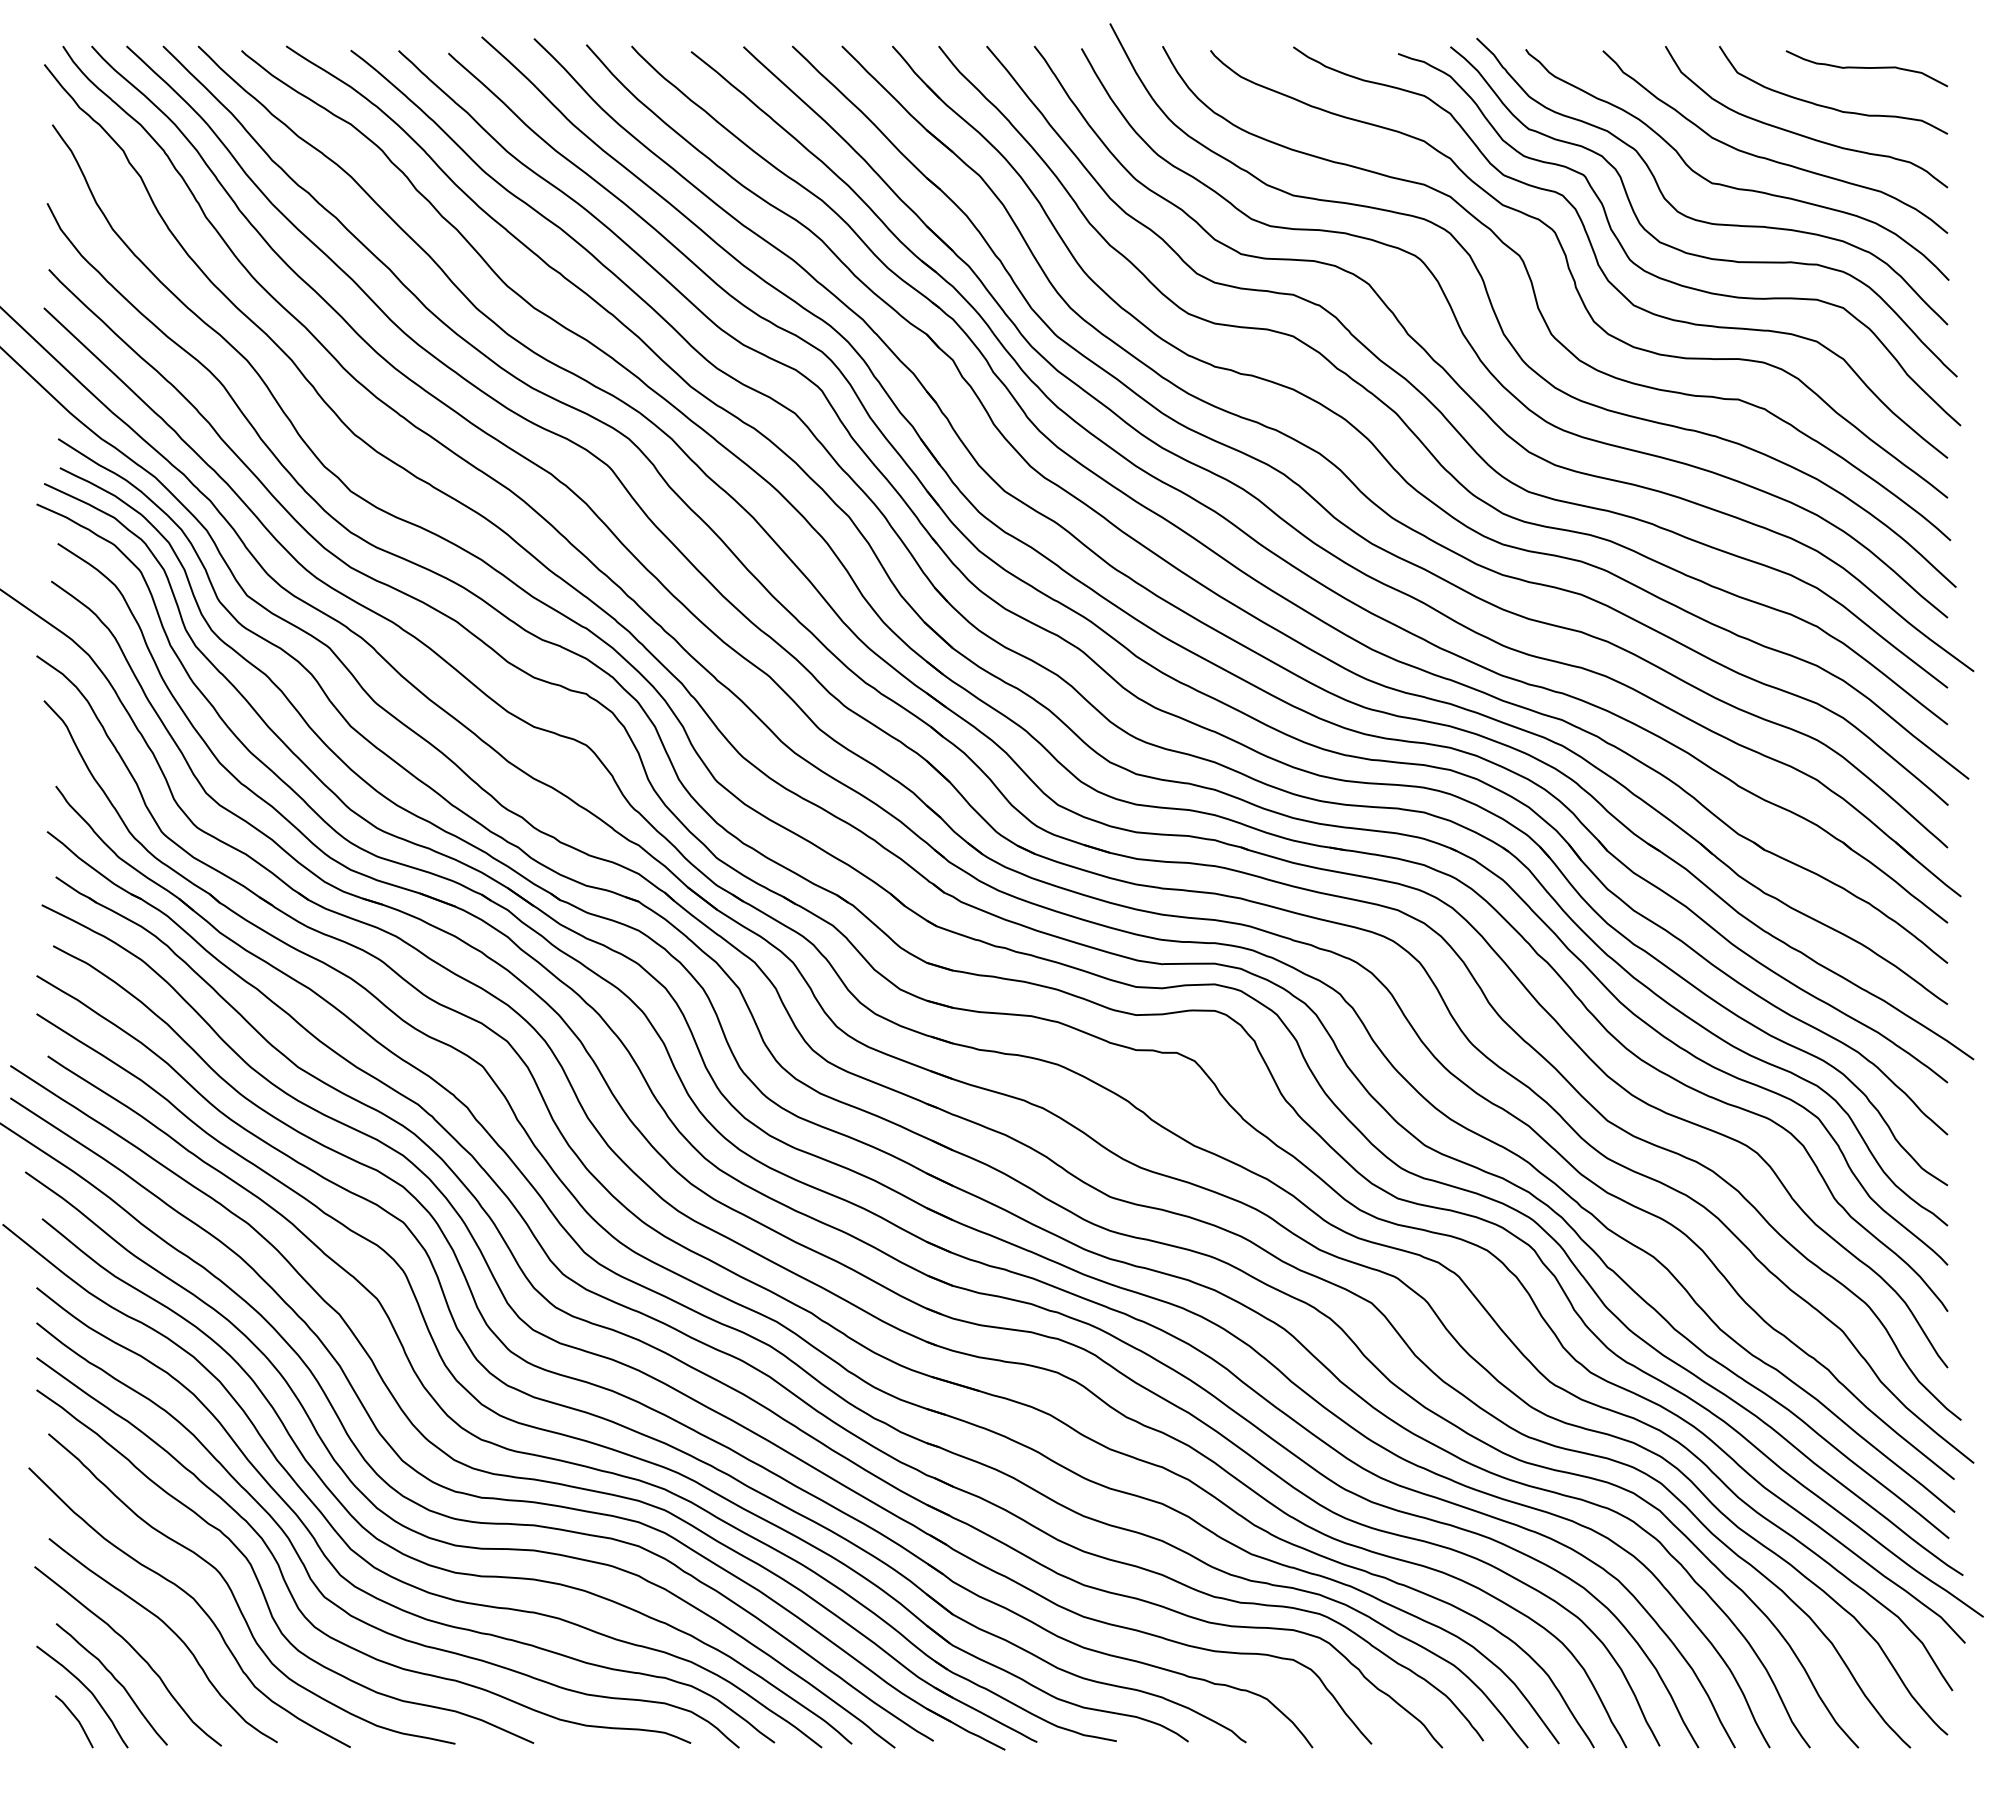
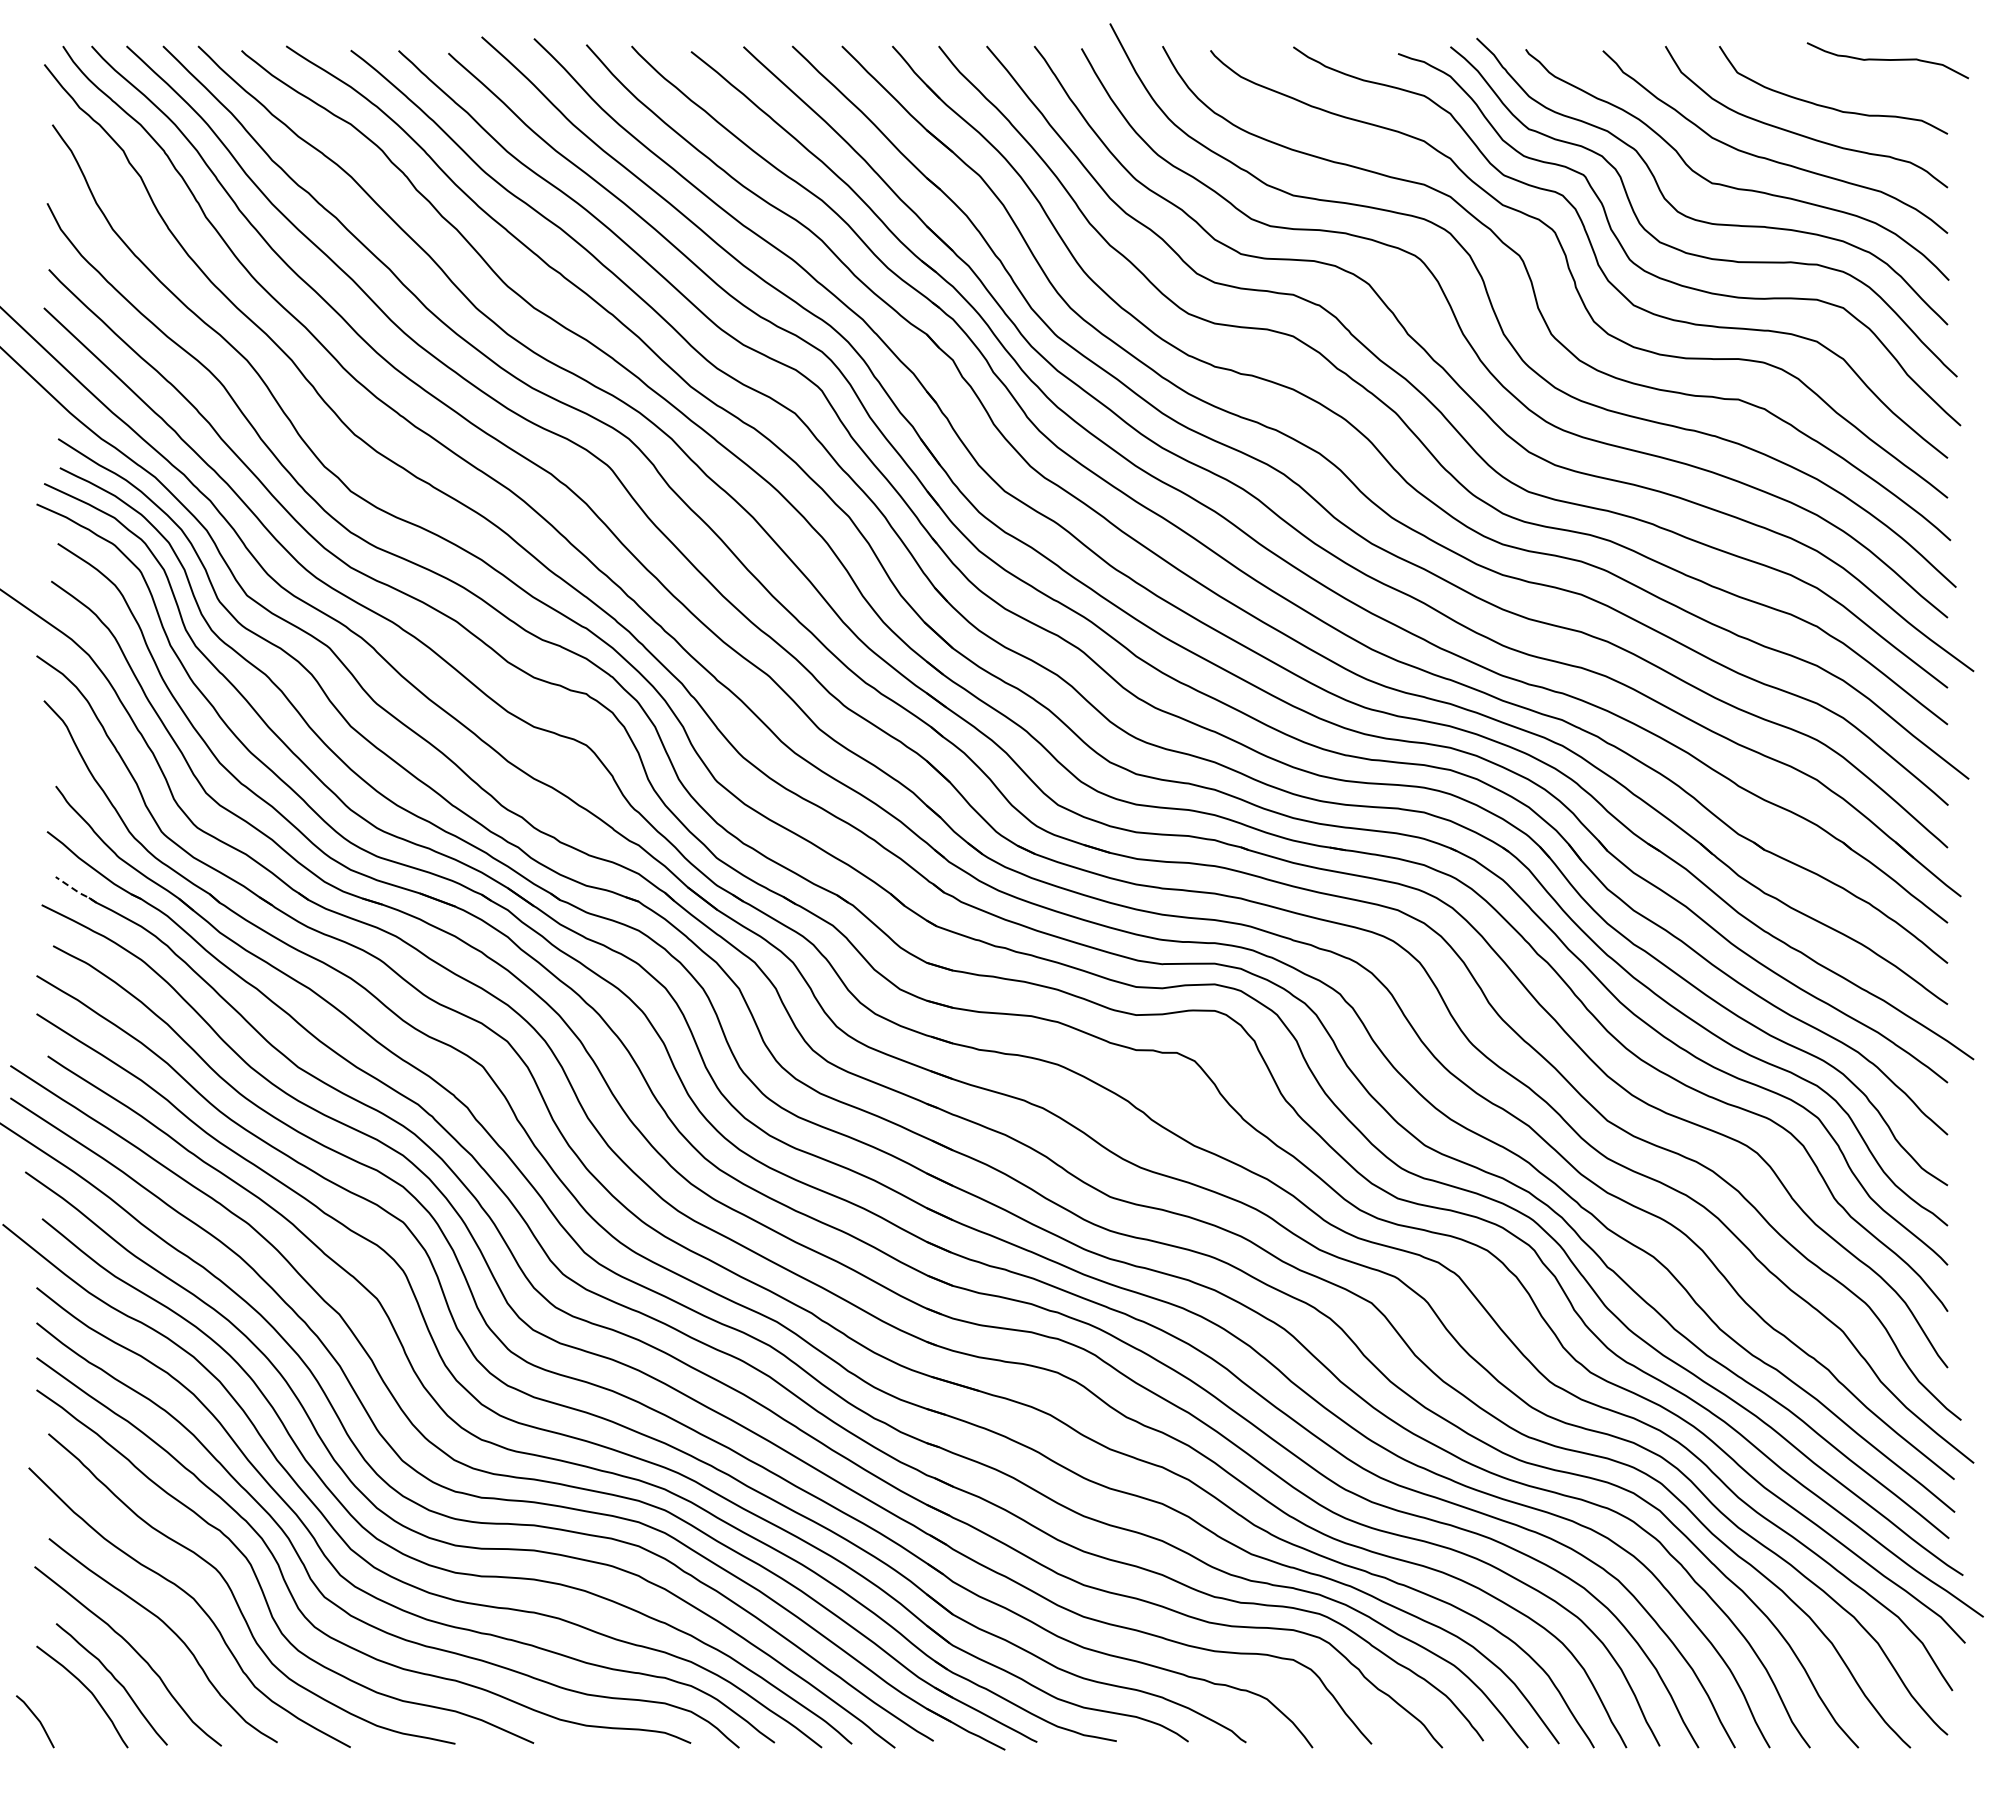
curve at (1866, 68) position: (1866, 68) -> (1887, 60)
line at (76, 890): solid -> dashed
line at (75, 1719) position: (75, 1719) -> (36, 1719)
